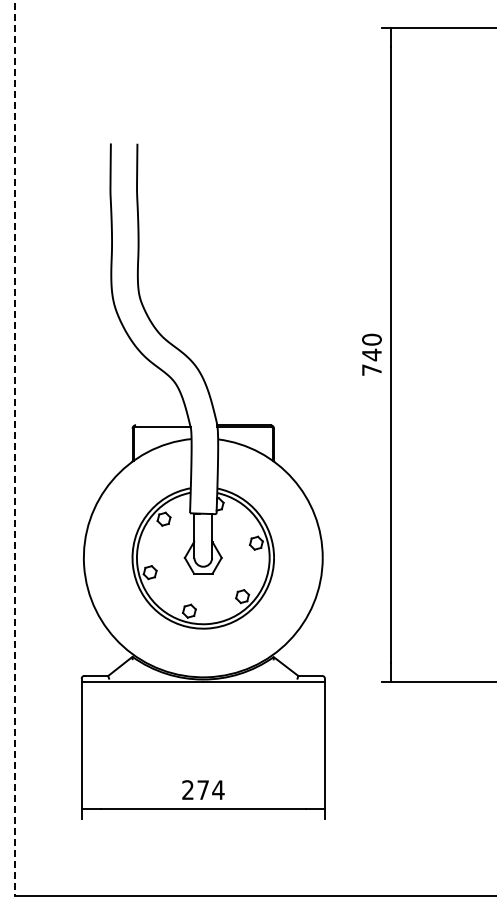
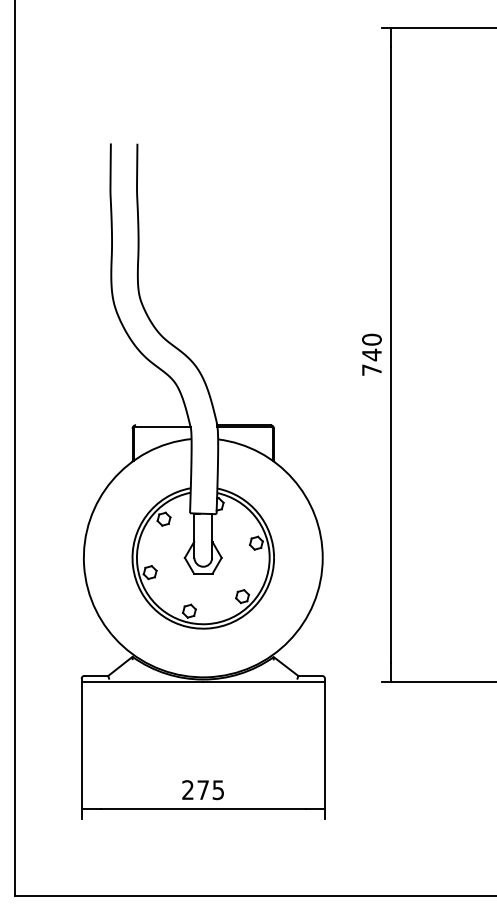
line at (14, 448): dashed -> solid
text at (218, 790): 274 -> 275
